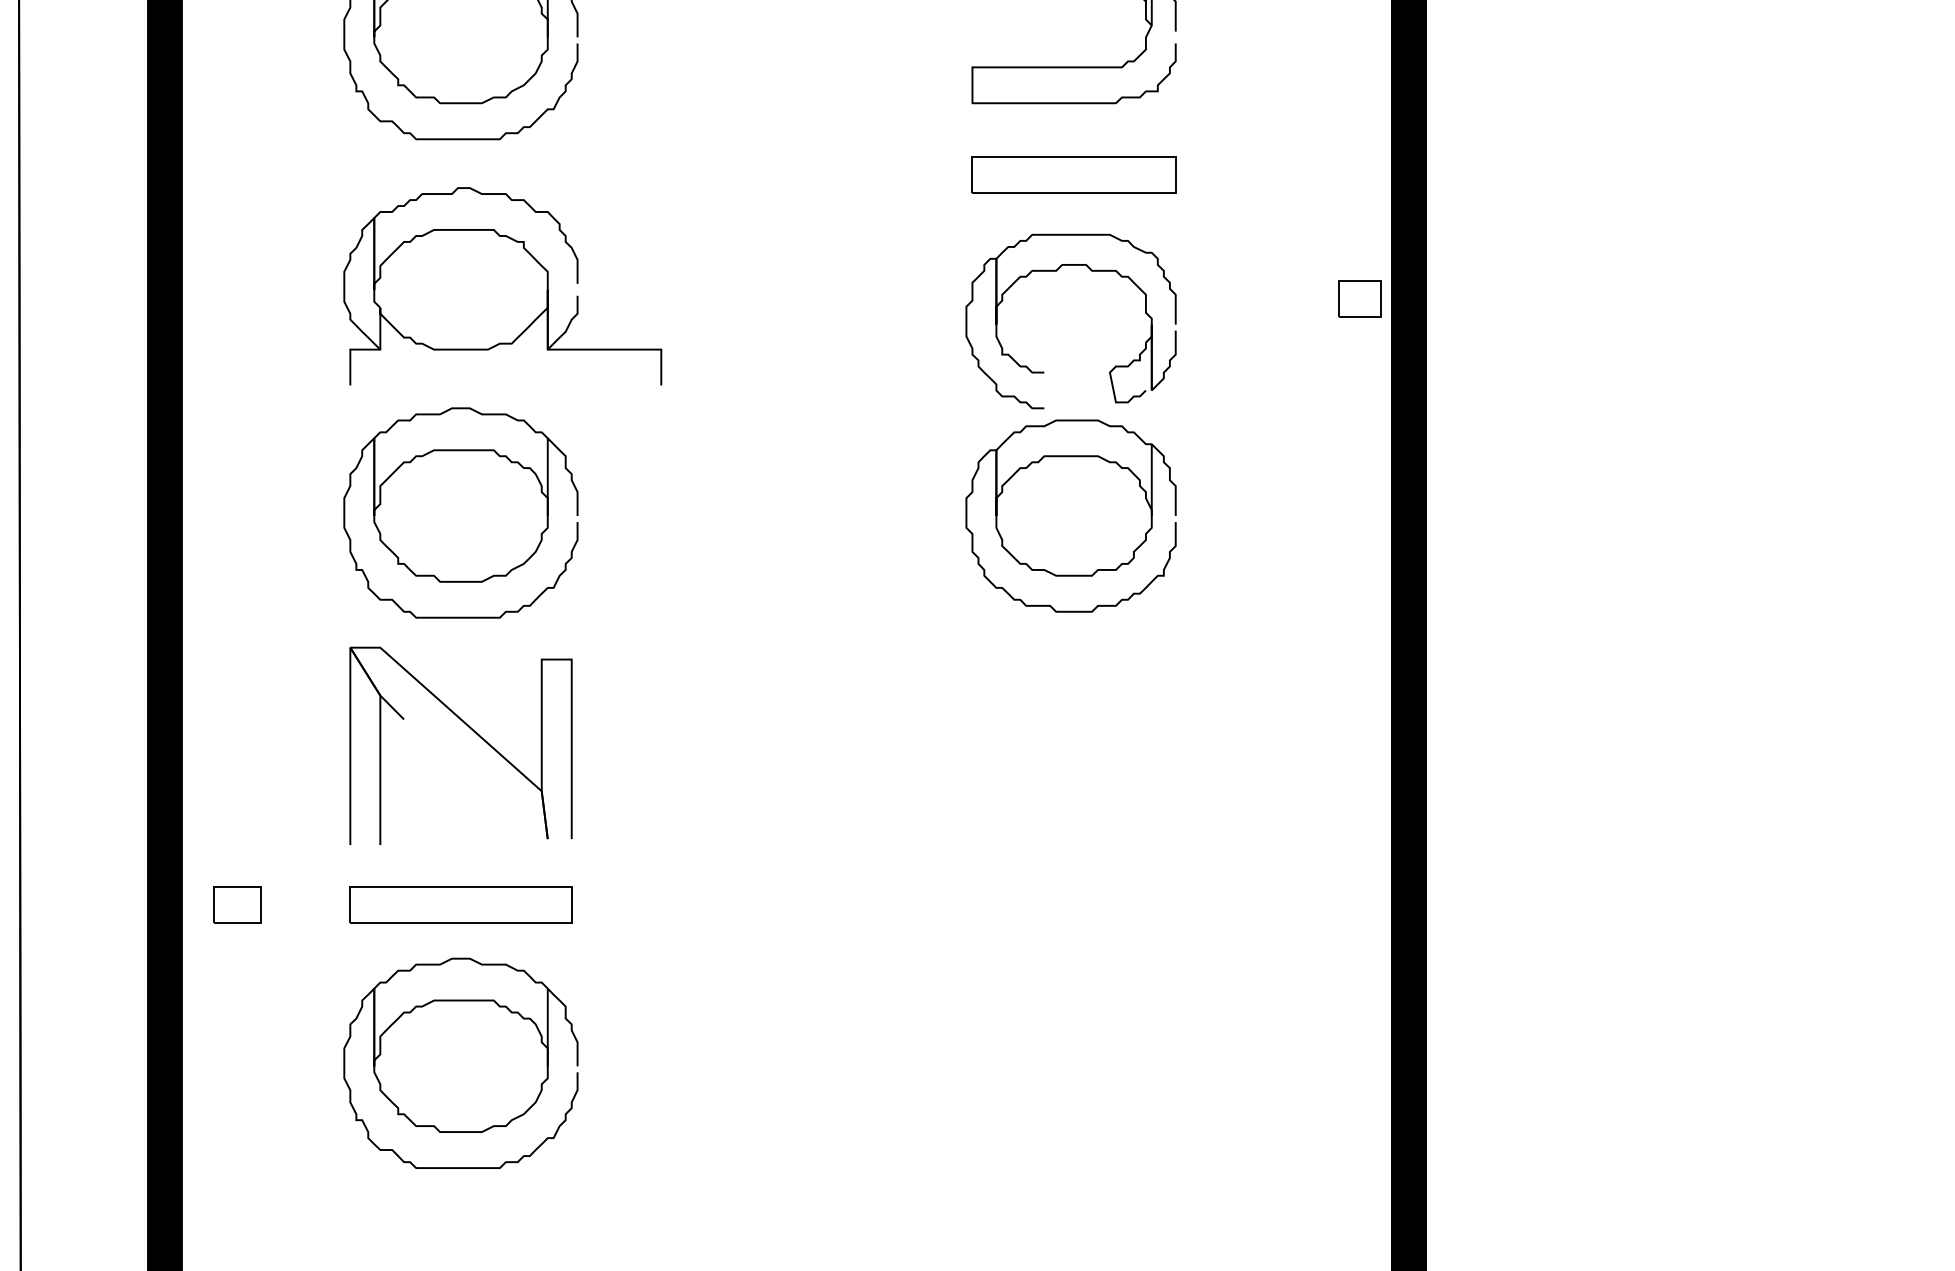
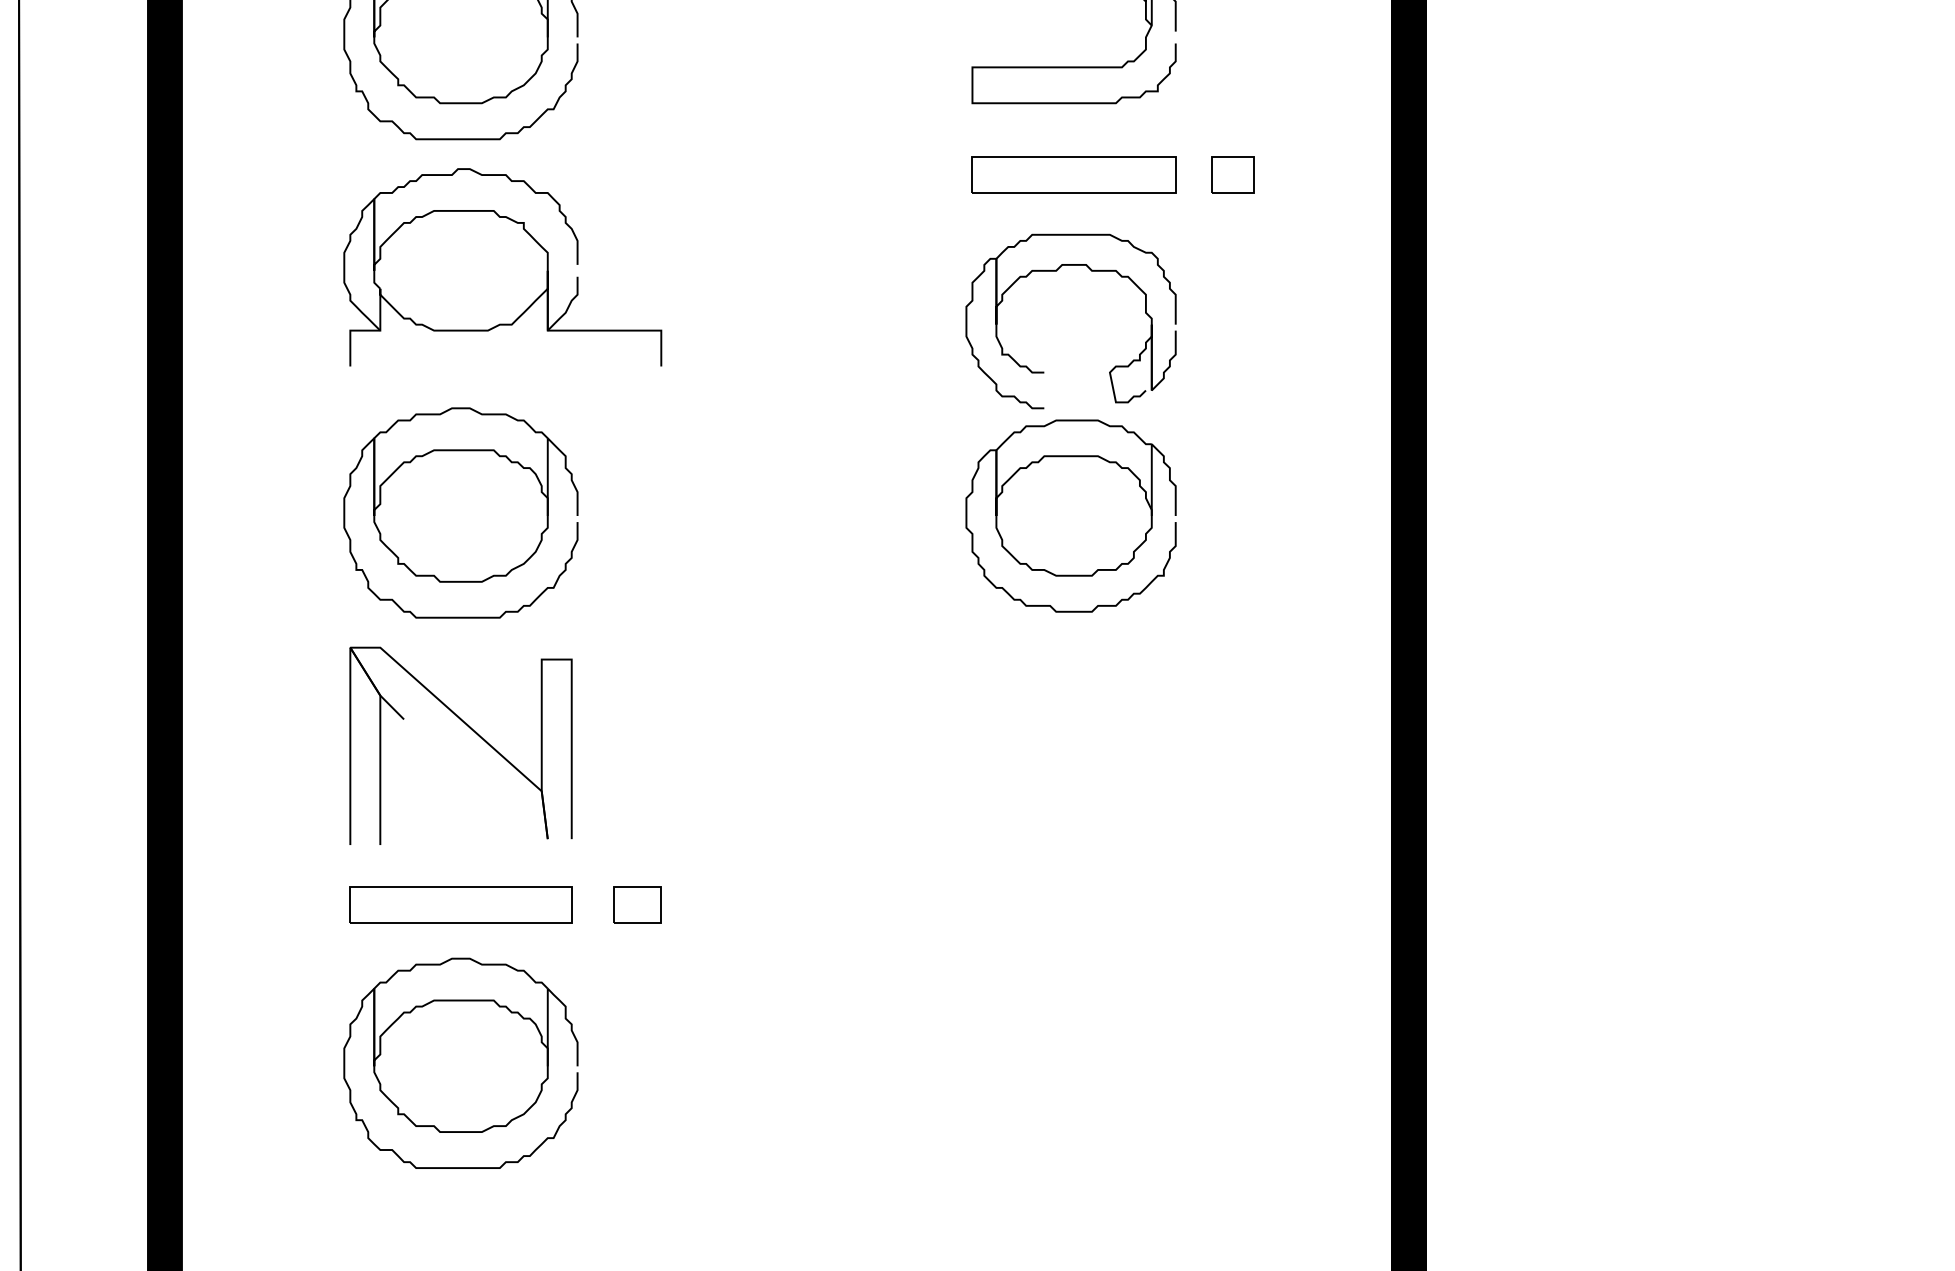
part at (502, 286) position: (502, 286) -> (502, 267)
part at (1359, 298) position: (1359, 298) -> (1232, 174)
part at (237, 904) position: (237, 904) -> (637, 904)
